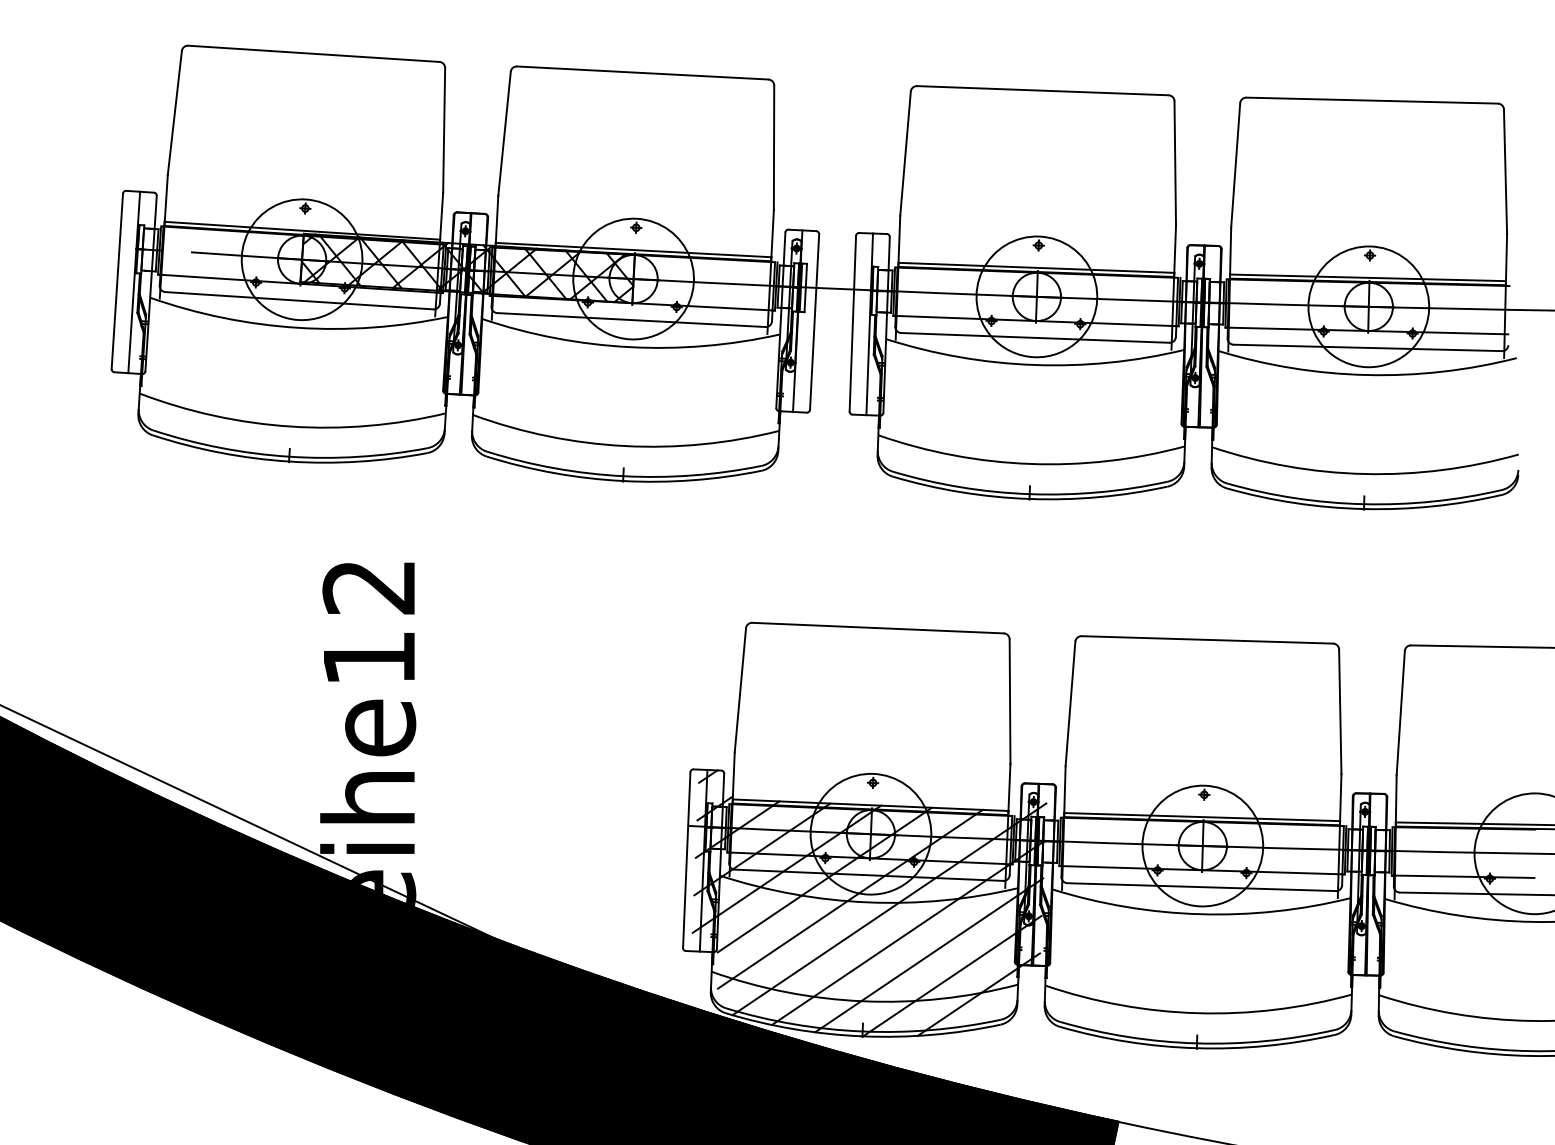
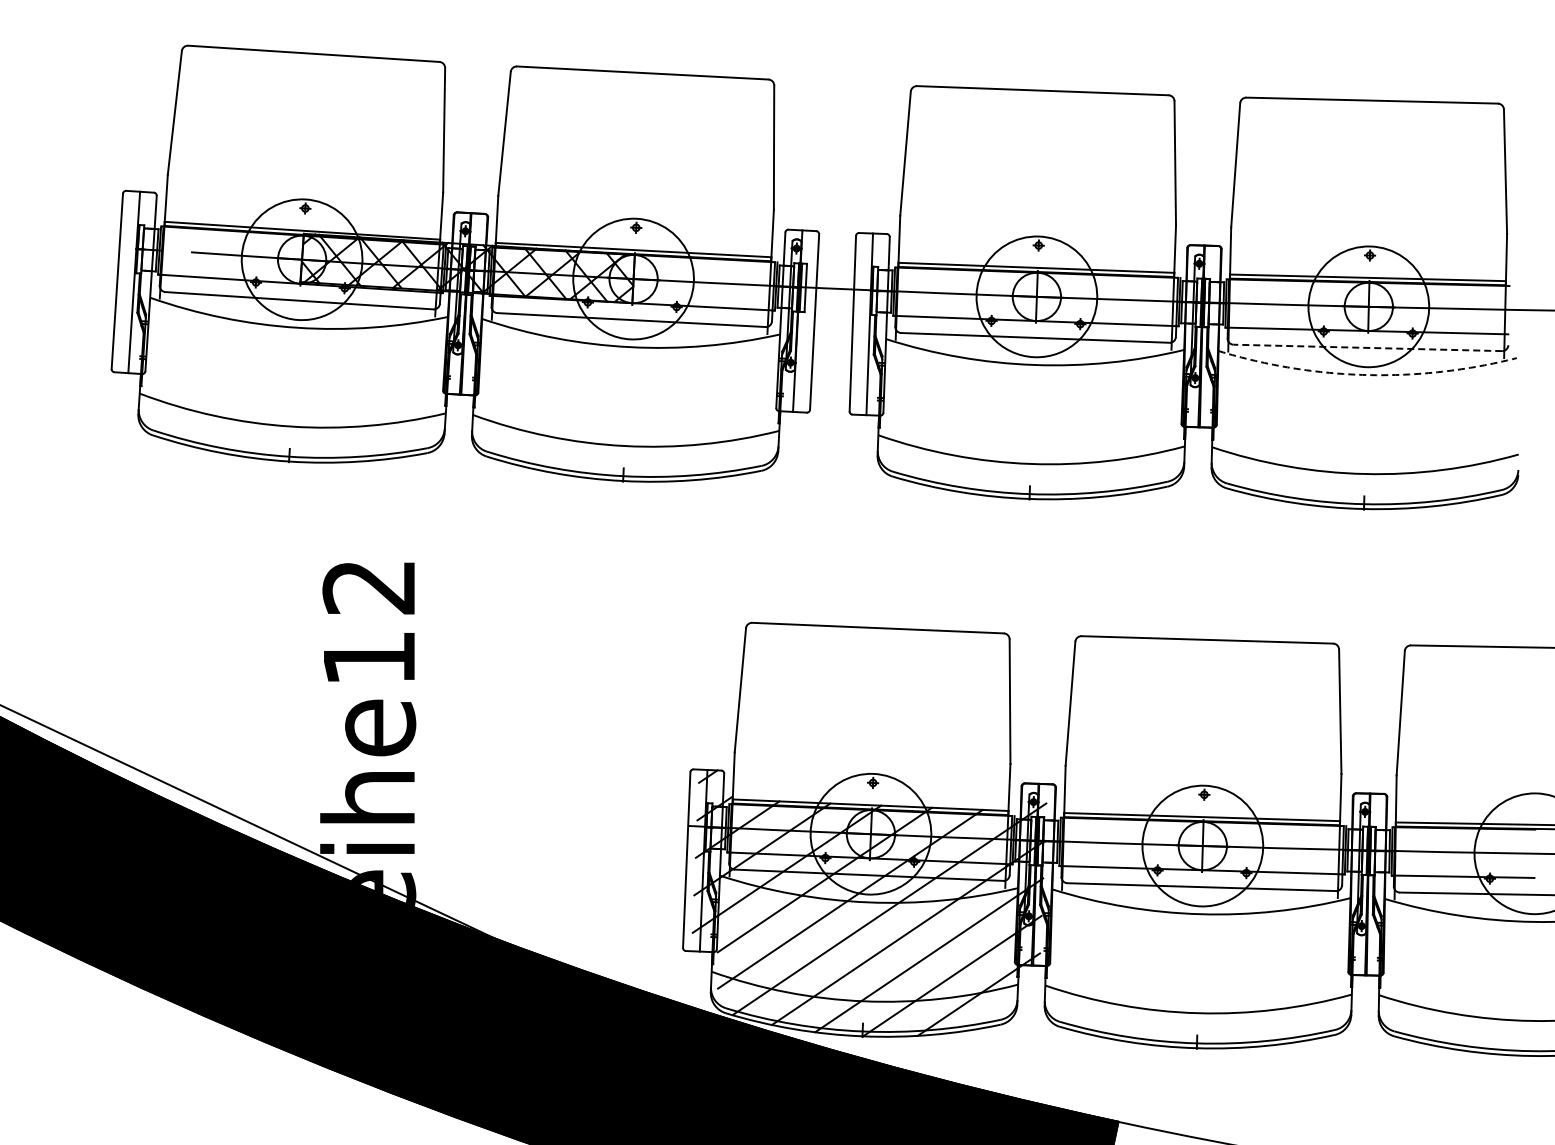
line at (1367, 347): solid -> dashed
arc at (1367, 375): solid -> dashed
